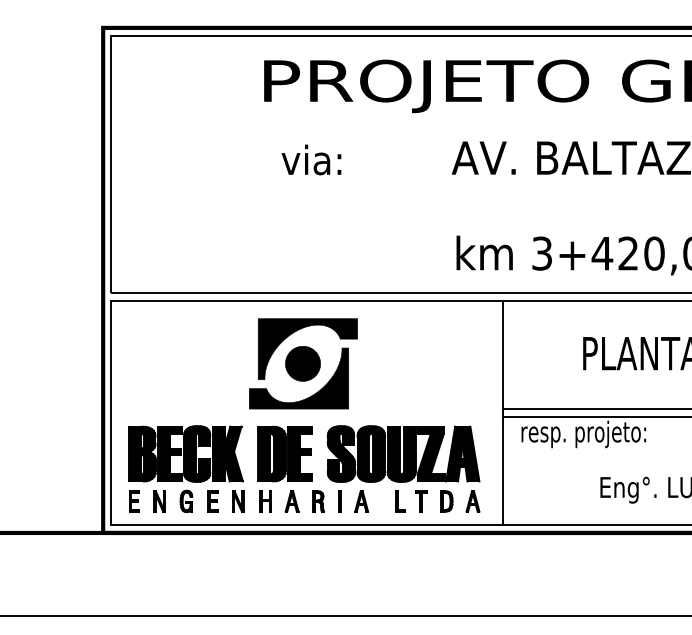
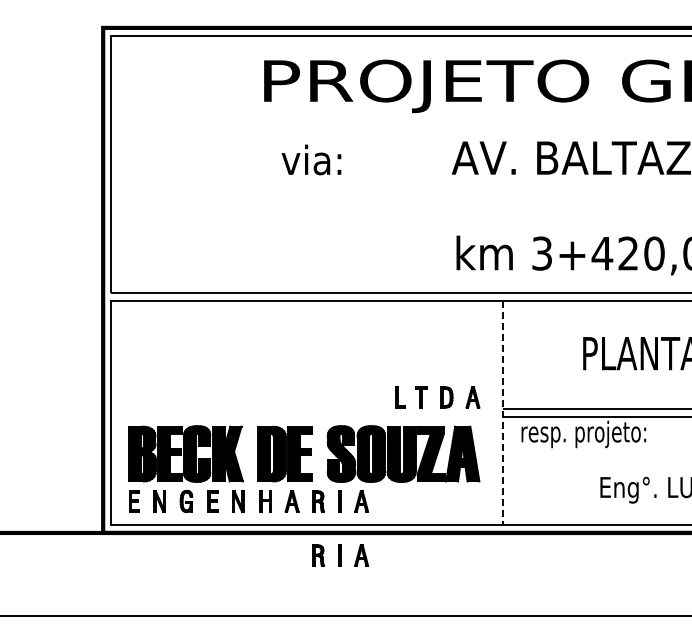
part at (303, 363): present -> none
line at (502, 412): solid -> dashed
part at (437, 501) position: (437, 501) -> (437, 397)
part at (340, 555): none -> present
